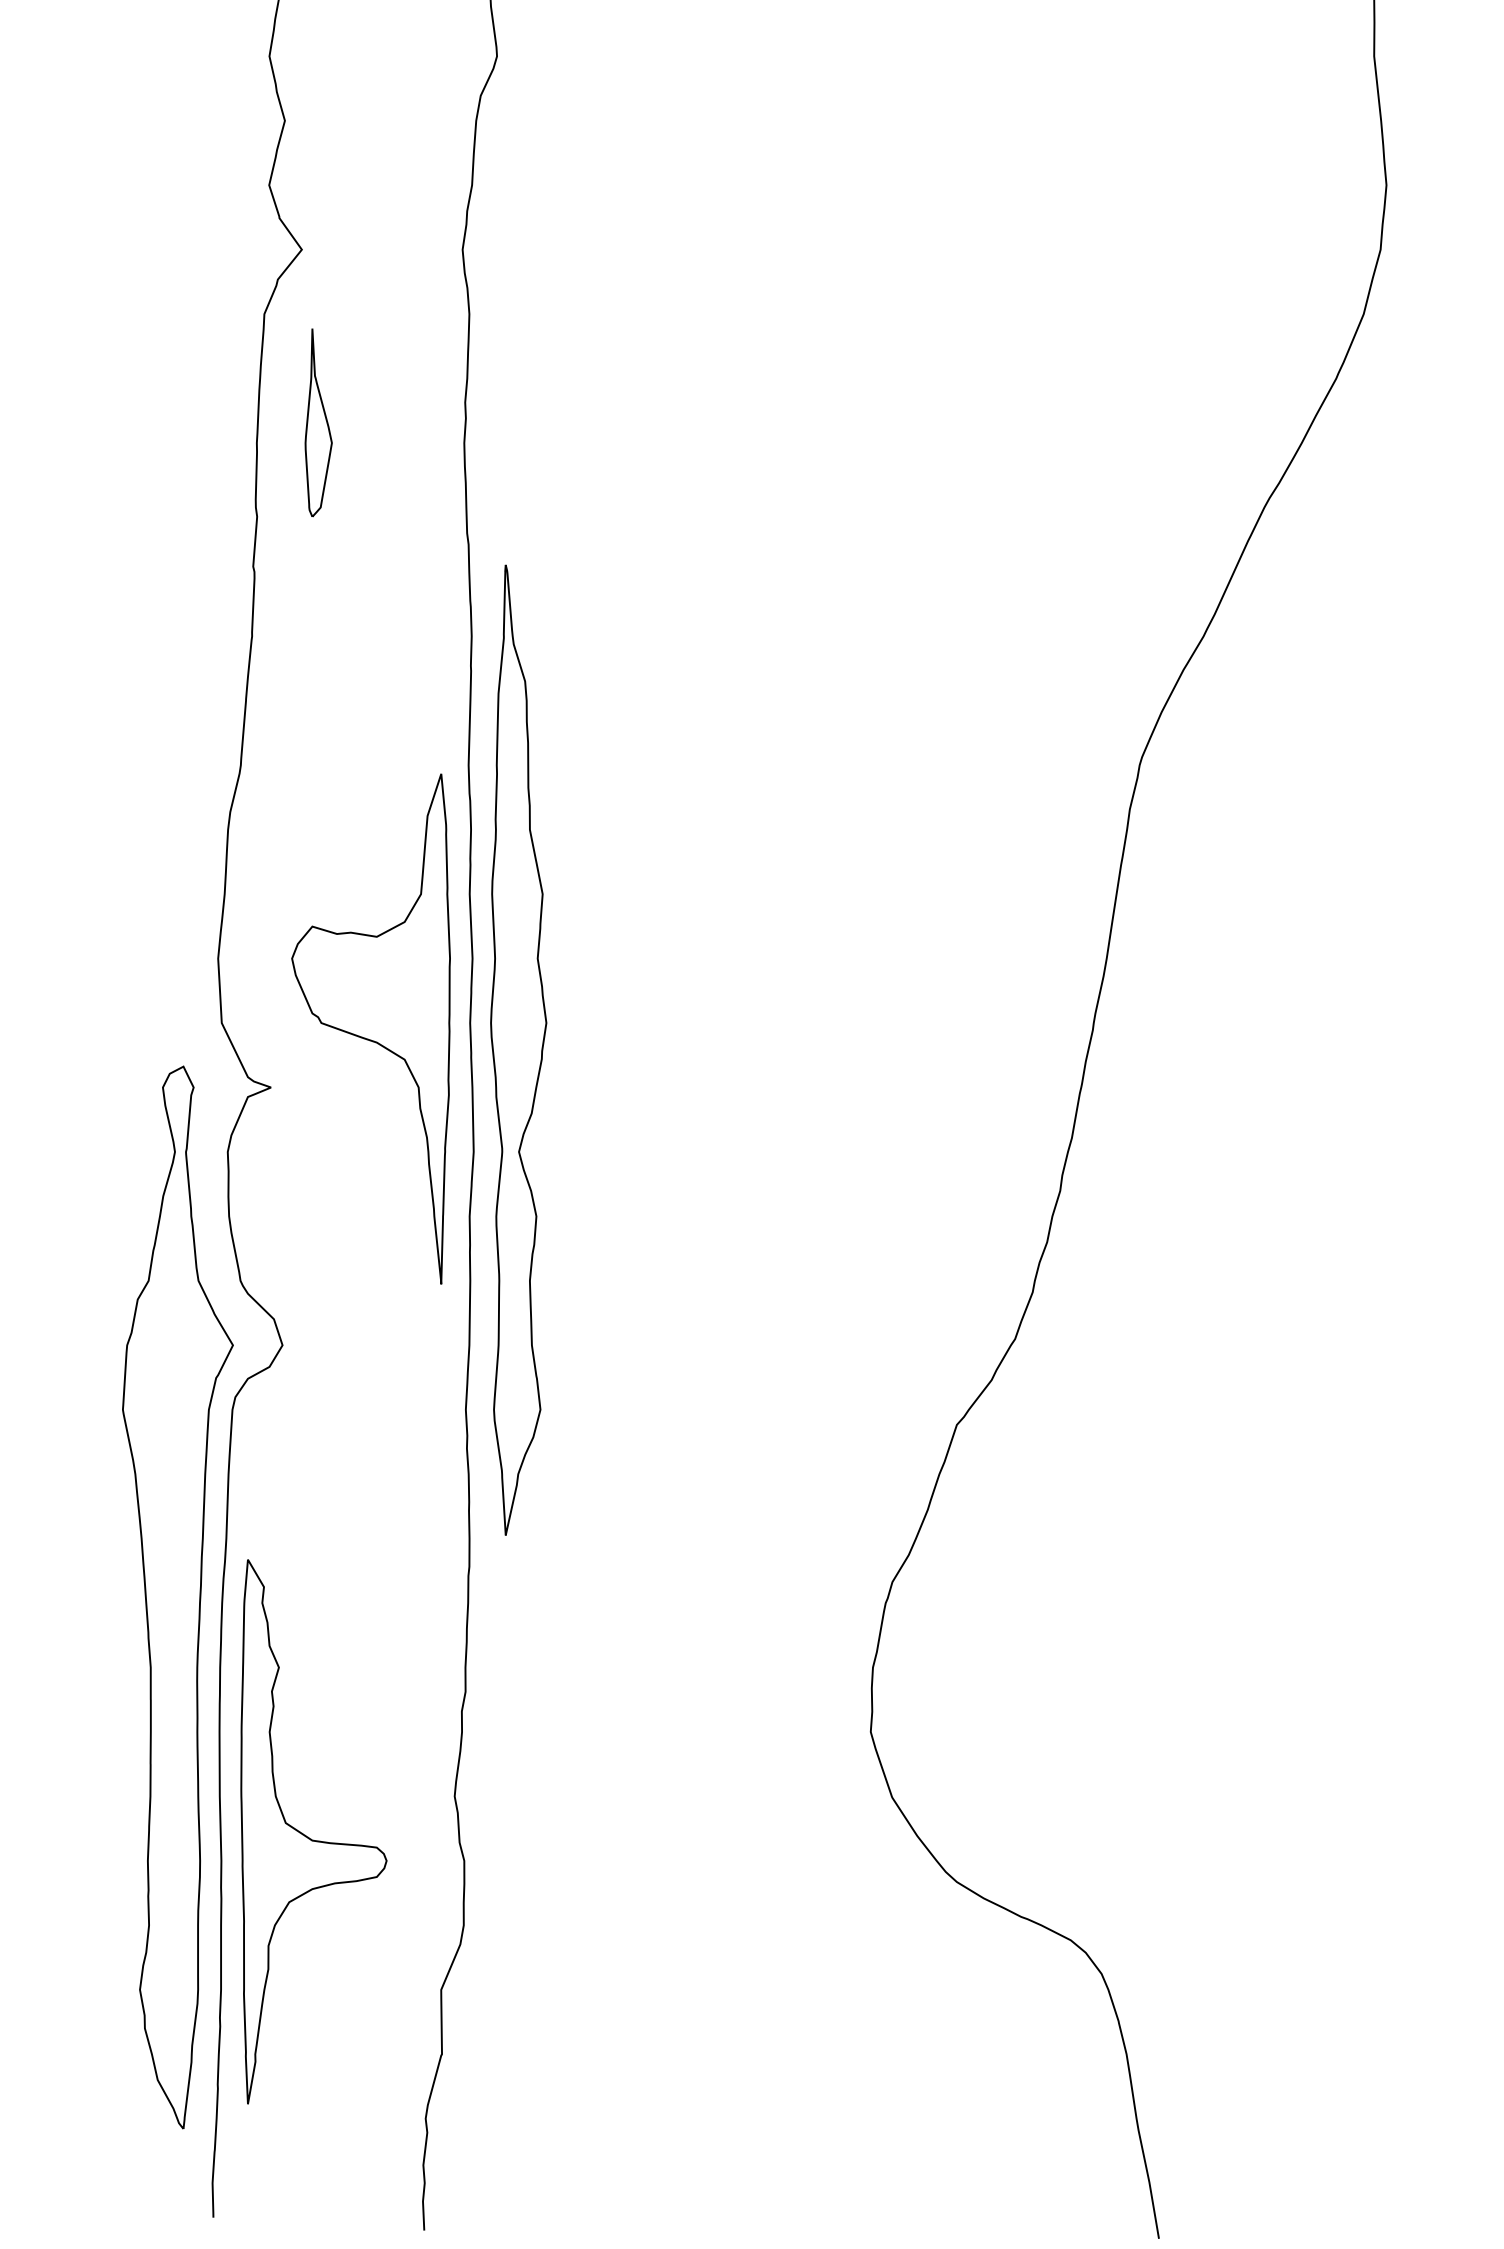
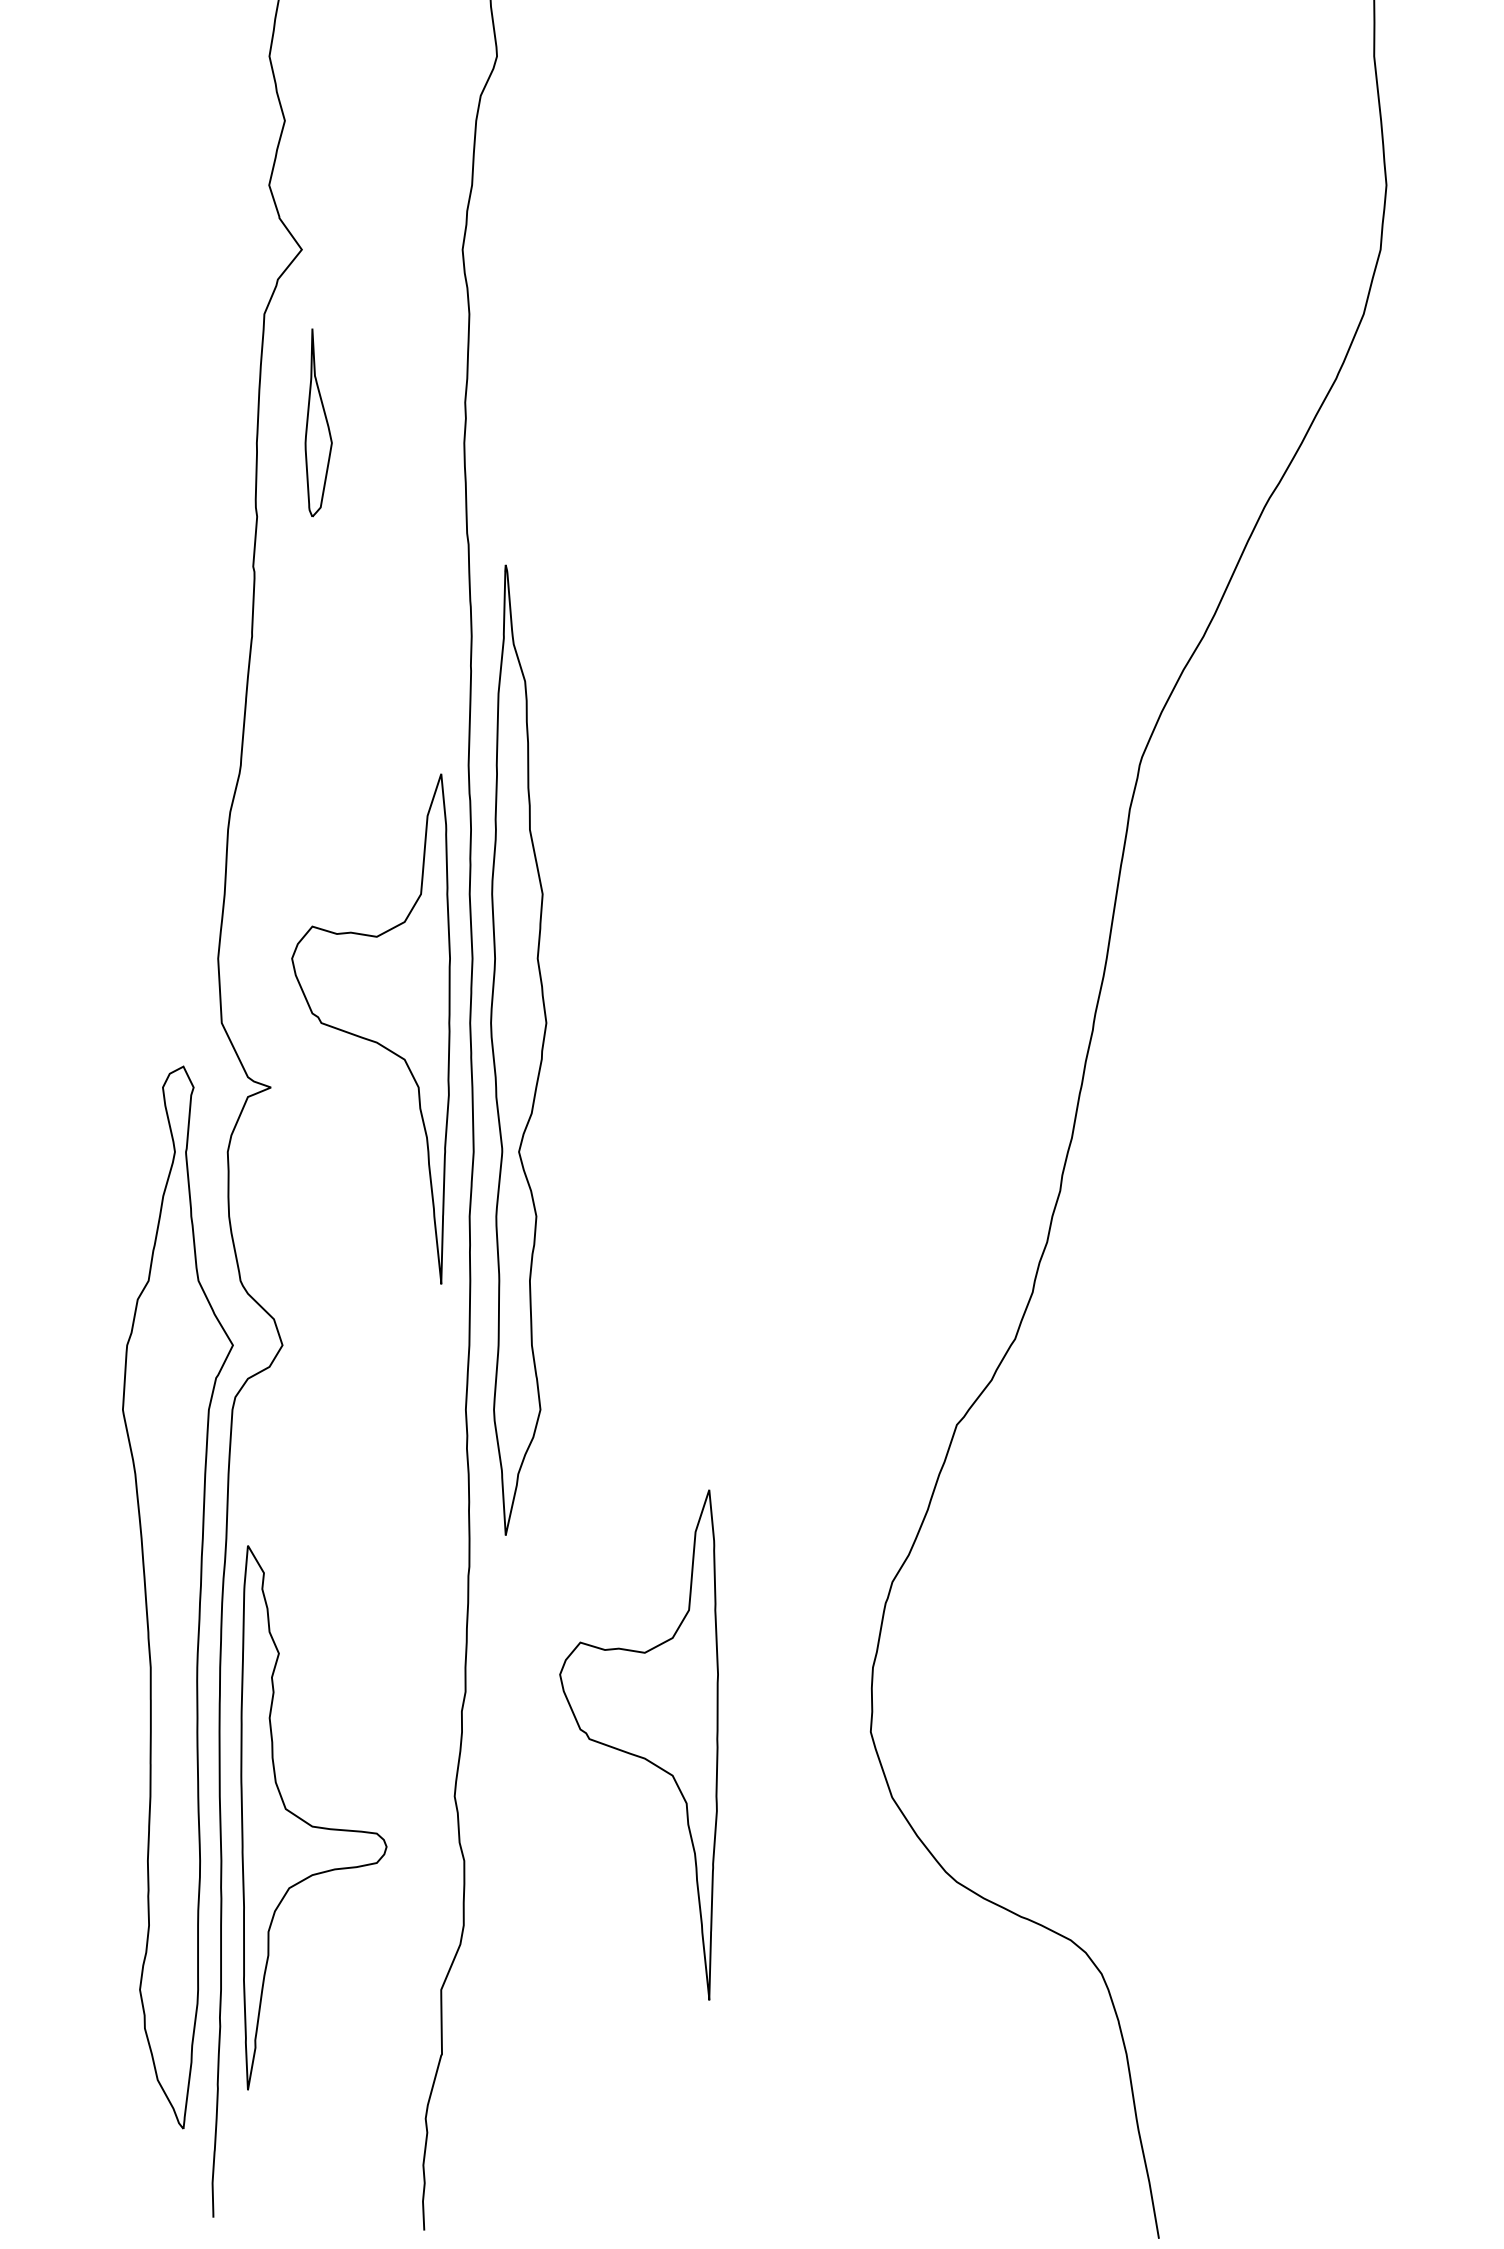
part at (638, 1744): none -> present
part at (308, 1836) position: (308, 1836) -> (308, 1822)
